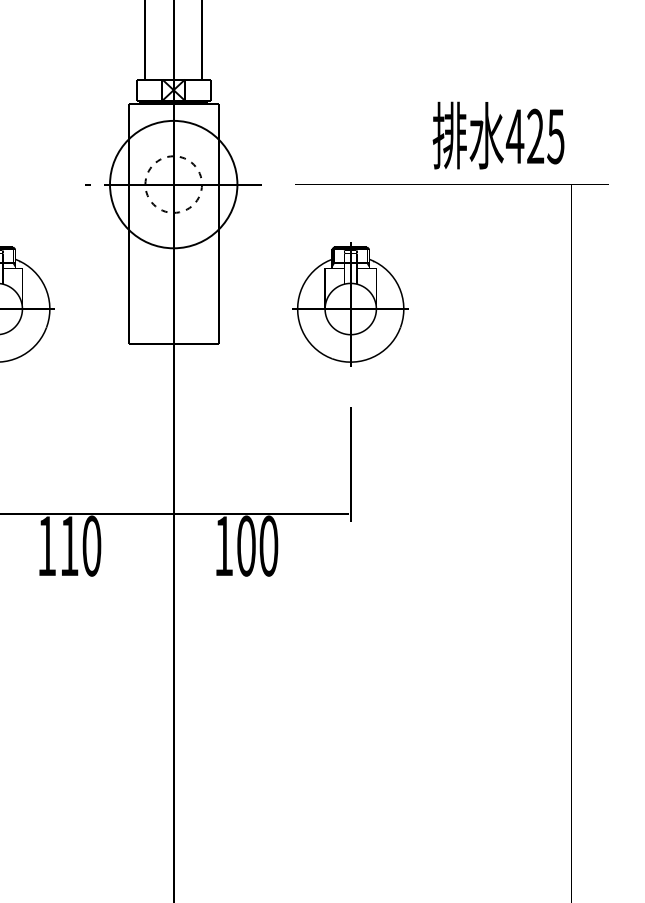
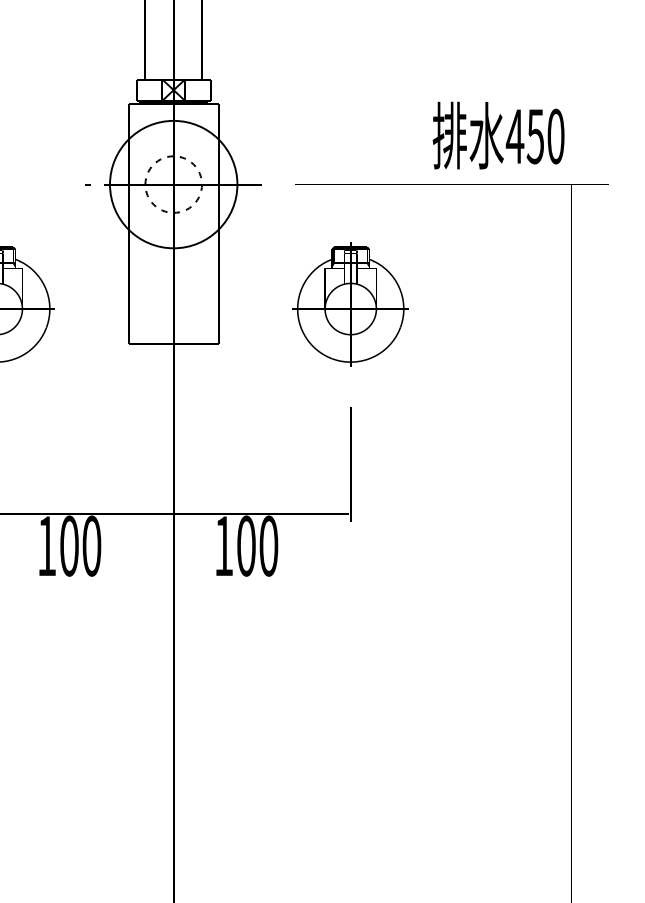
text at (545, 136): 425 -> 450
text at (69, 545): 110 -> 100
